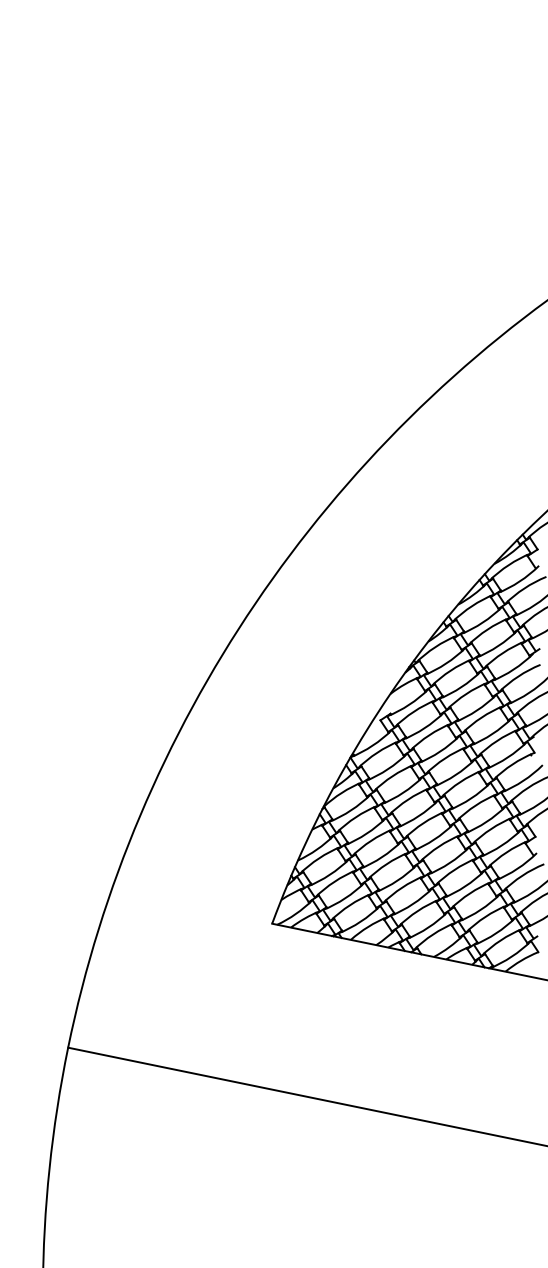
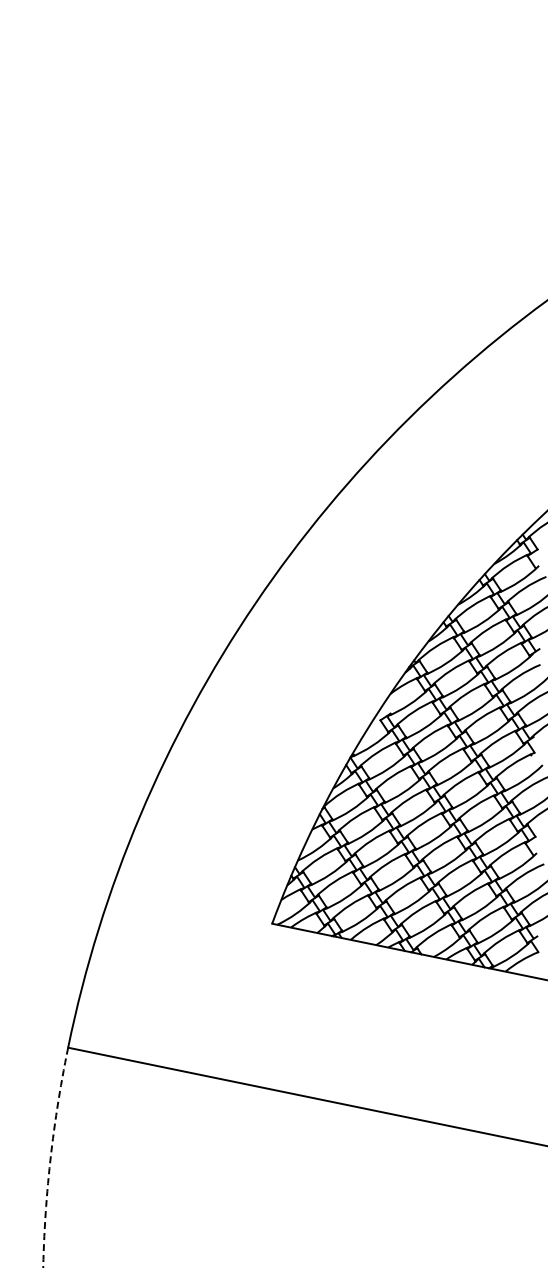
arc at (50, 1157): solid -> dashed
